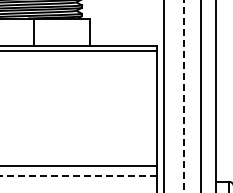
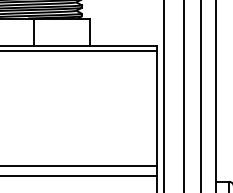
line at (183, 96): dashed -> solid
line at (78, 176): dashed -> solid
